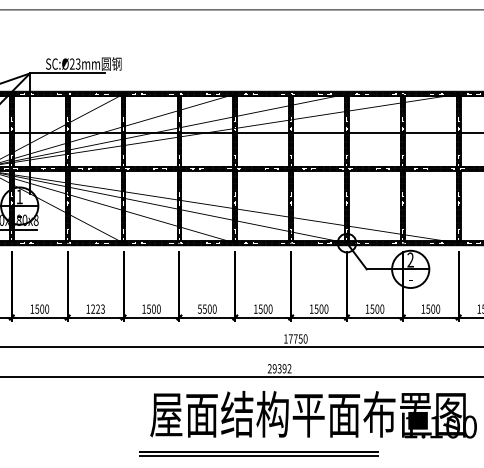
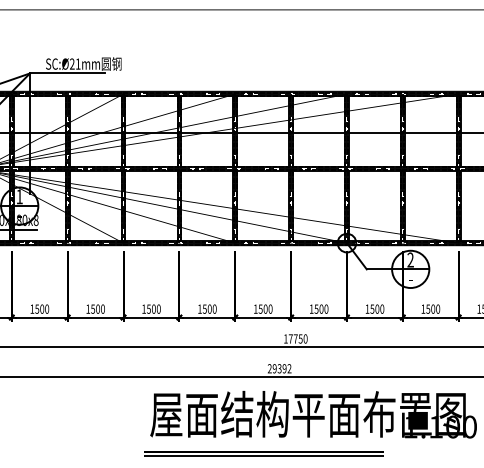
text at (77, 63): SC:Ø23mm -> SC:Ø21mm
text at (97, 308): 1223 -> 1500
text at (199, 308): 5500 -> 1500
part at (258, 453) position: (258, 453) -> (263, 453)
